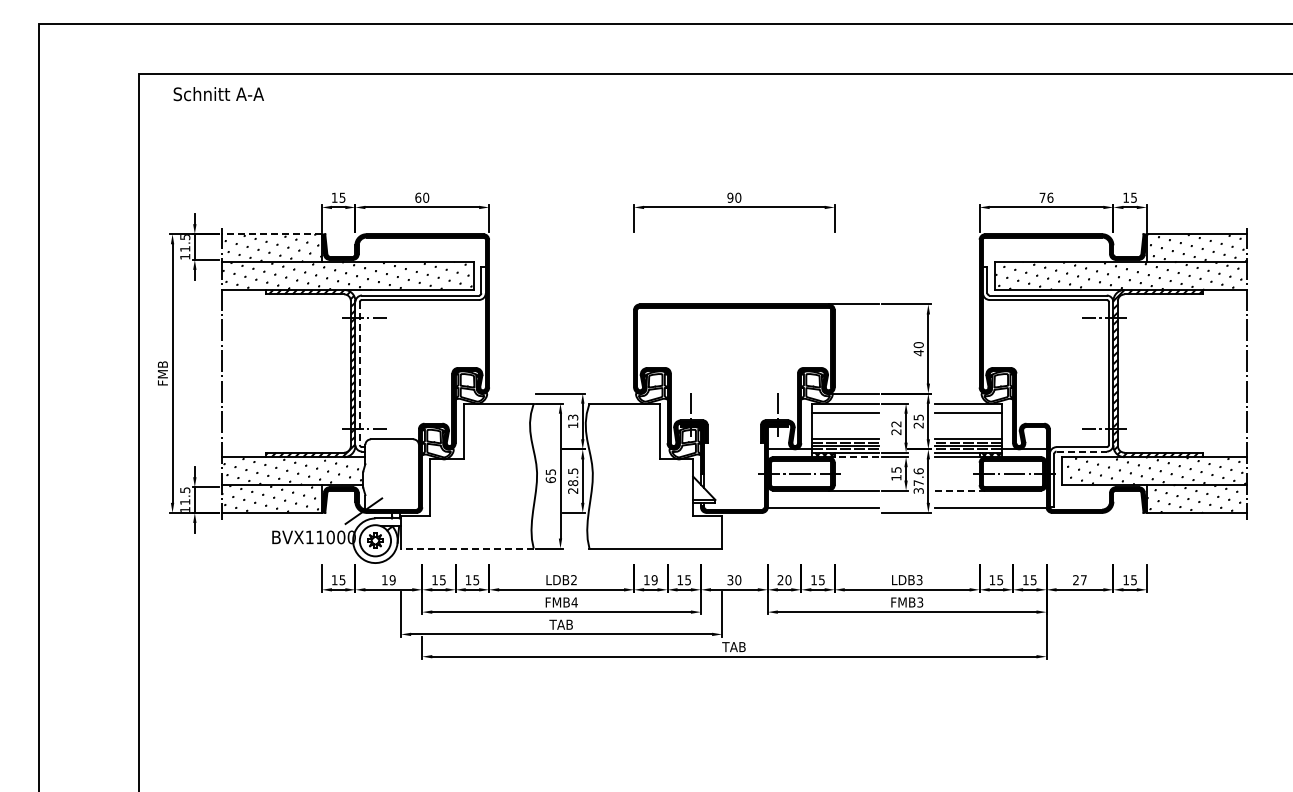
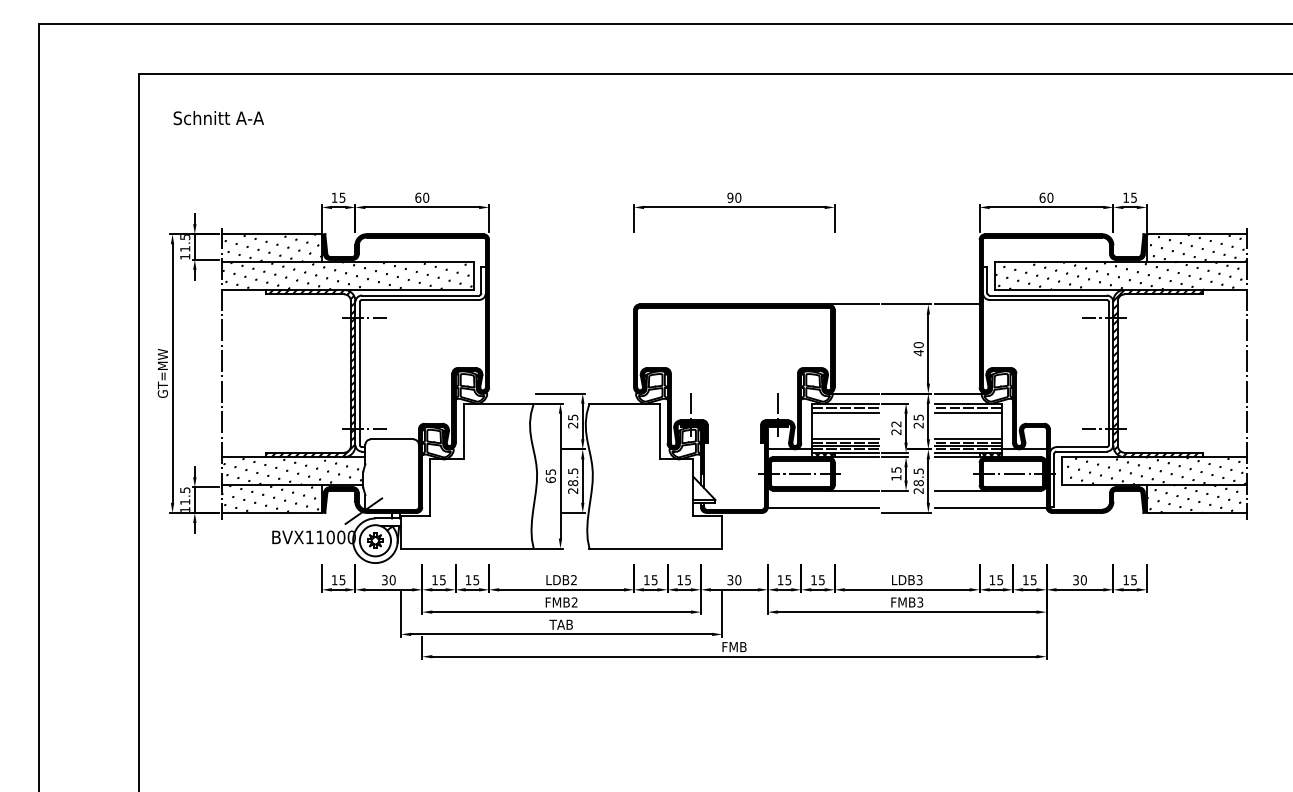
text at (218, 94) position: (218, 94) -> (218, 118)
text at (1046, 197): 76 -> 60
line at (271, 234): dashed -> solid
line at (957, 304): none -> present
text at (162, 372): FMB -> GT=MW
line at (359, 374): dashed -> solid
line at (960, 393): none -> present
line at (845, 408): none -> present
line at (968, 408): none -> present
text at (572, 421): 13 -> 25
line at (1082, 451): dashed -> solid
line at (856, 457): dashed -> solid
text at (918, 480): 37.6 -> 28.5
line at (960, 490): dashed -> solid
line at (466, 548): dashed -> solid
text at (654, 579): 19 -> 15
text at (388, 580): 19 -> 30
text at (784, 580): 20 -> 15
text at (1079, 580): 27 -> 30
text at (574, 602): FMB4 -> FMB2
text at (734, 646): TAB -> FMB
